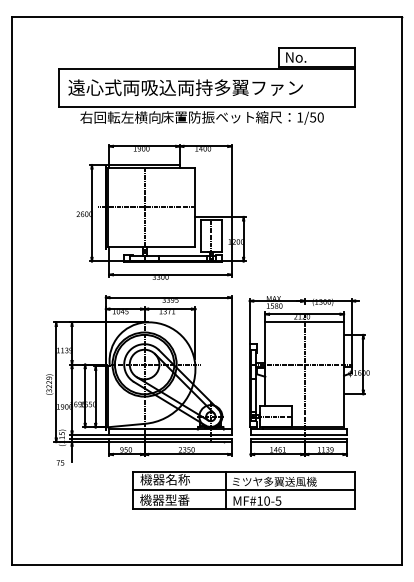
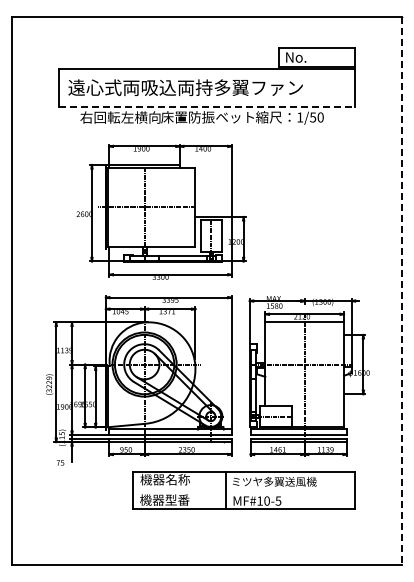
line at (207, 106): solid -> dashed
line at (401, 291): solid -> dashed
line at (243, 490): present -> none
